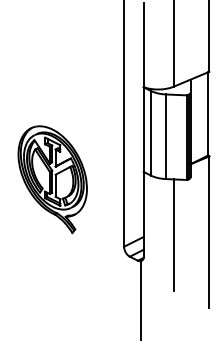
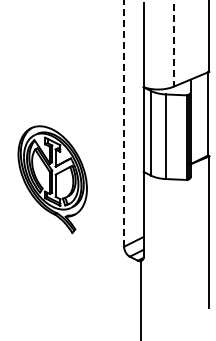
line at (173, 43): solid -> dashed
line at (124, 123): solid -> dashed
line at (173, 235): present -> none
